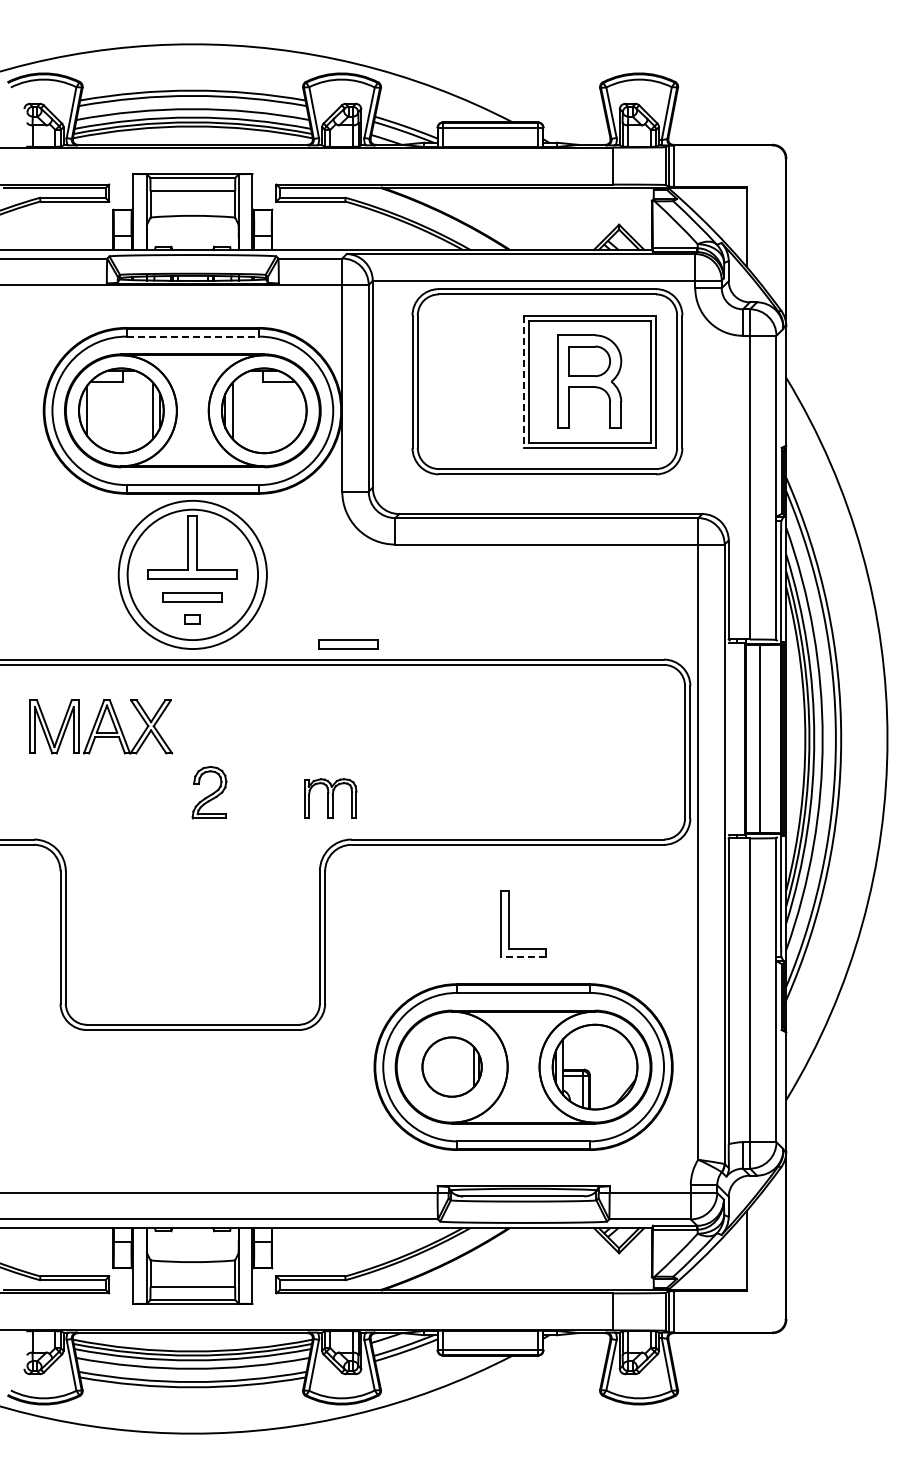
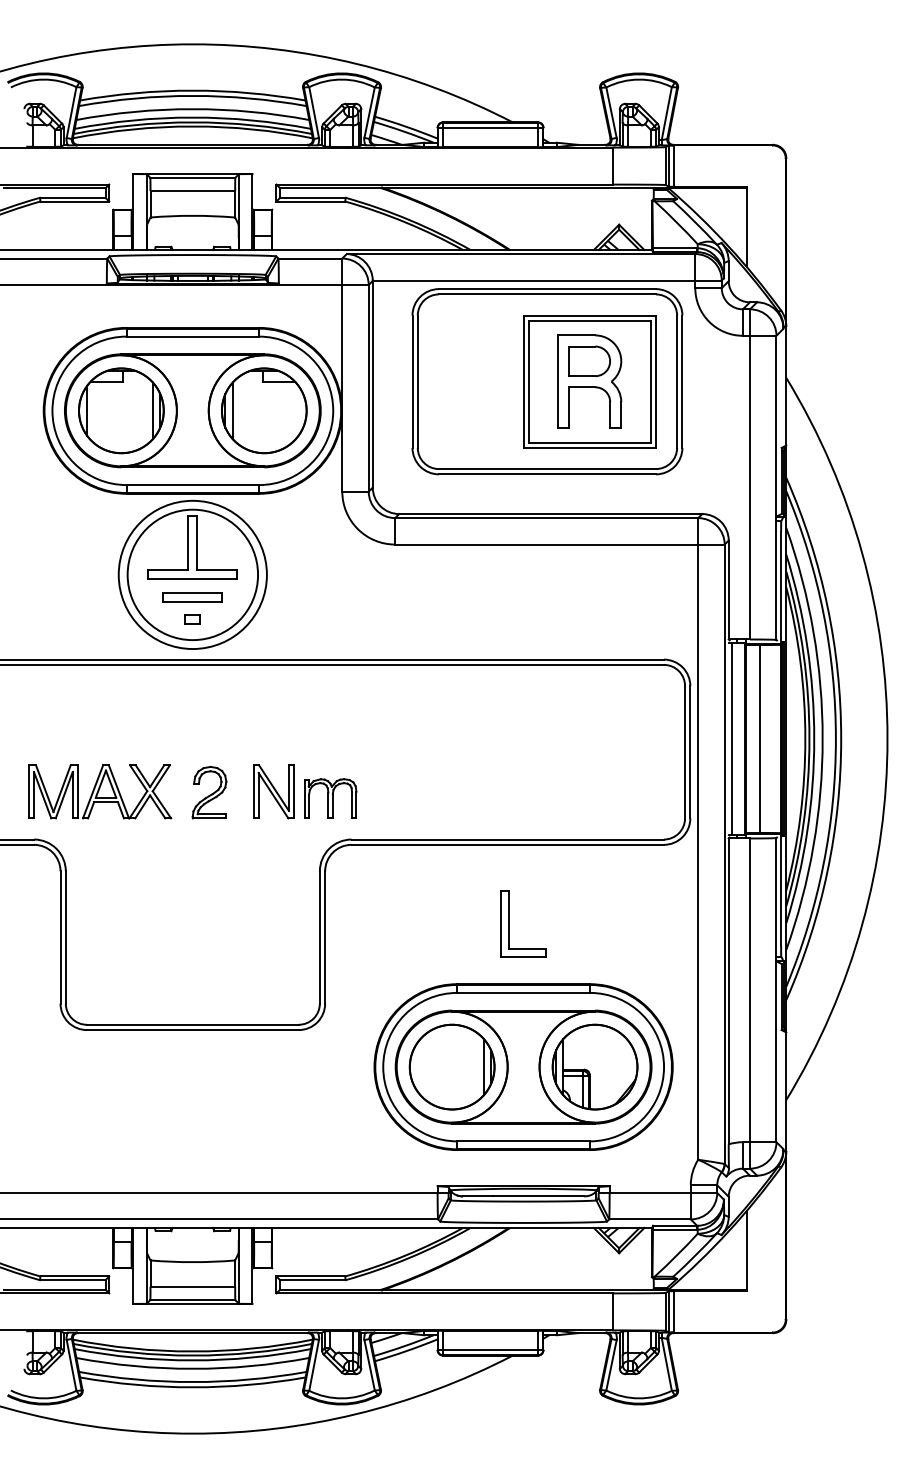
line at (193, 336): dashed -> solid
line at (523, 382): dashed -> solid
part at (348, 644): present -> none
part at (101, 726) position: (101, 726) -> (100, 791)
line at (732, 738): none -> present
part at (273, 791): none -> present
line at (523, 957): dashed -> solid
part at (451, 1066) size: 62x62 px -> 88x88 px
